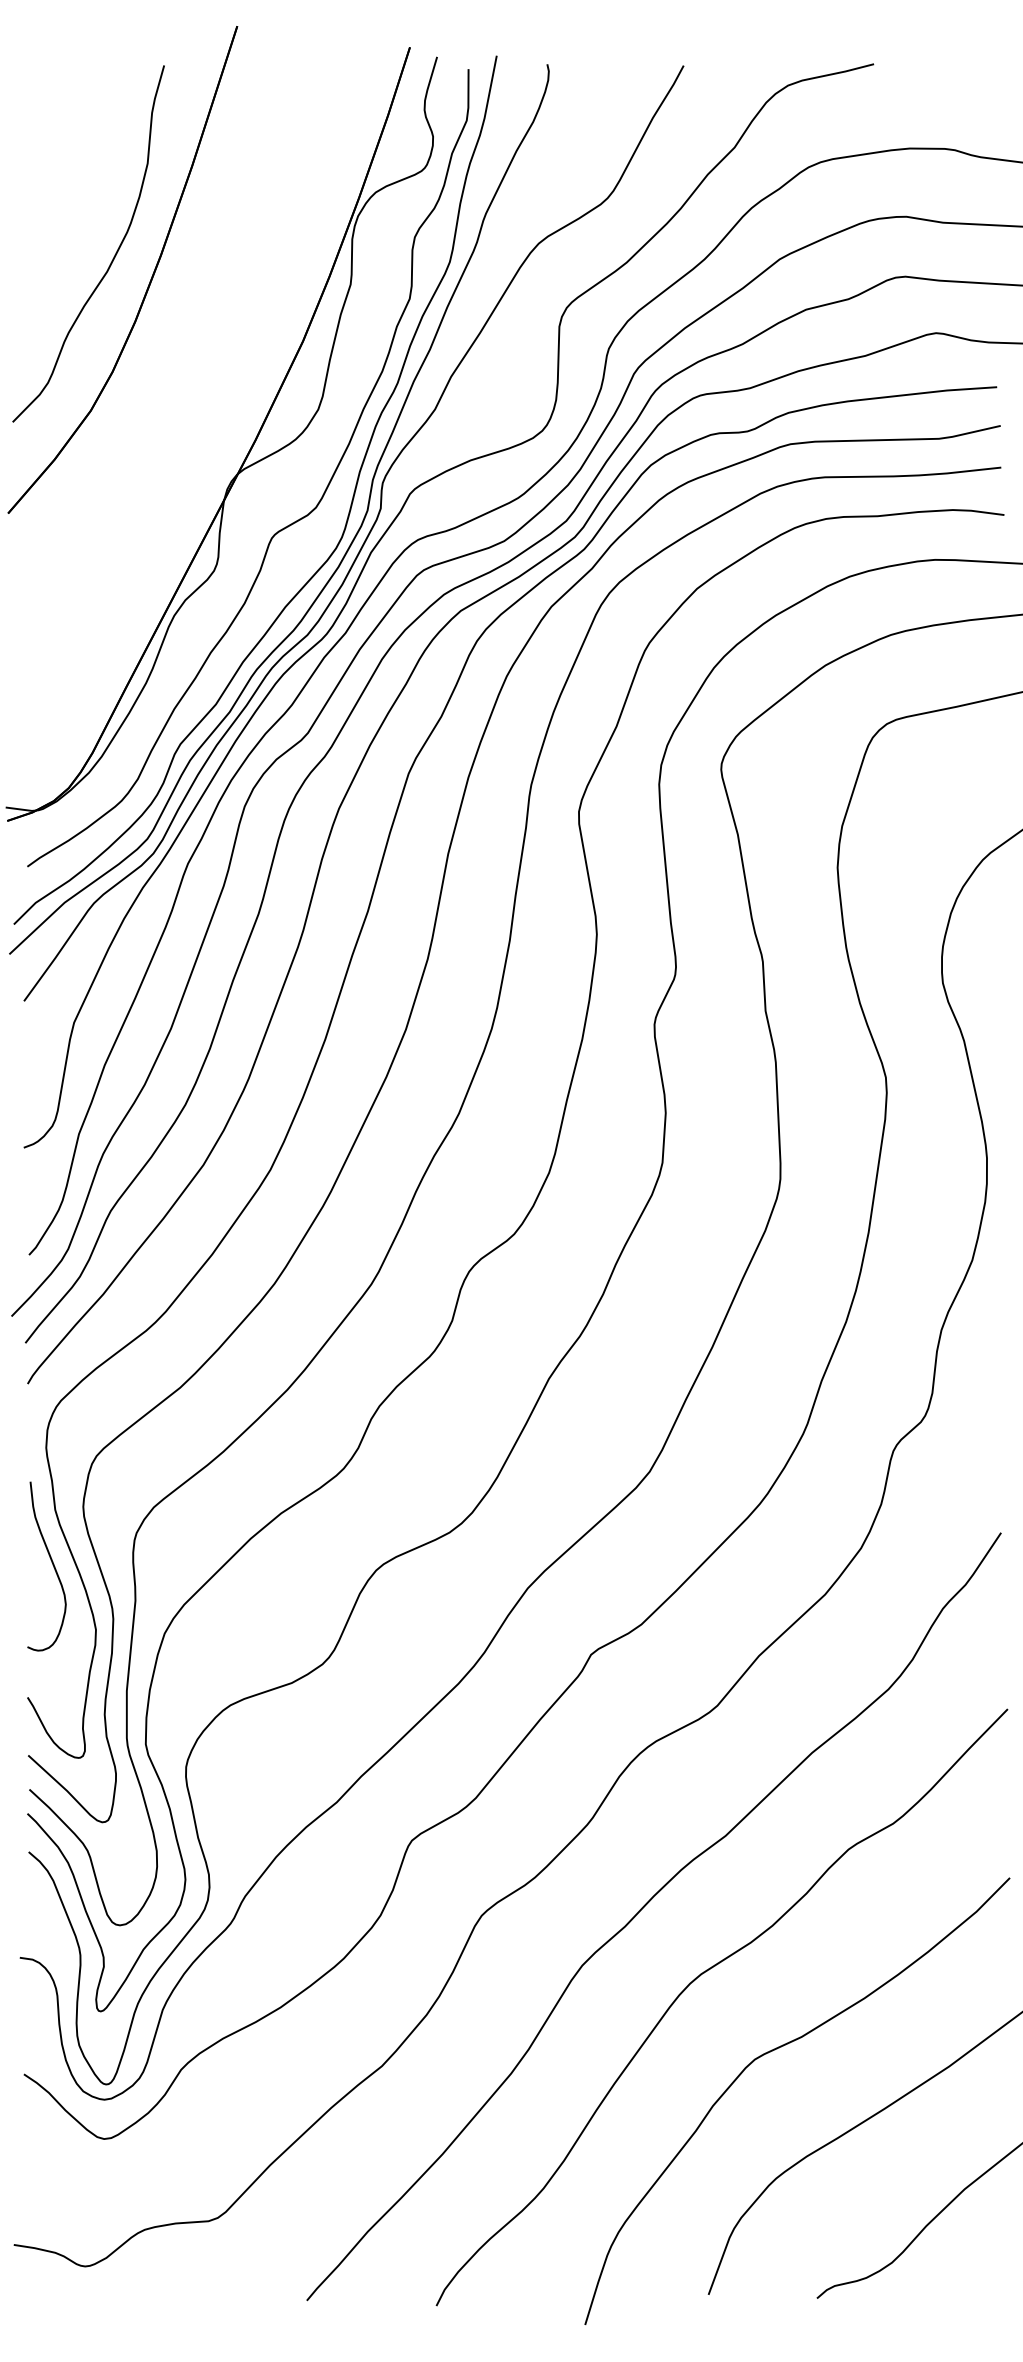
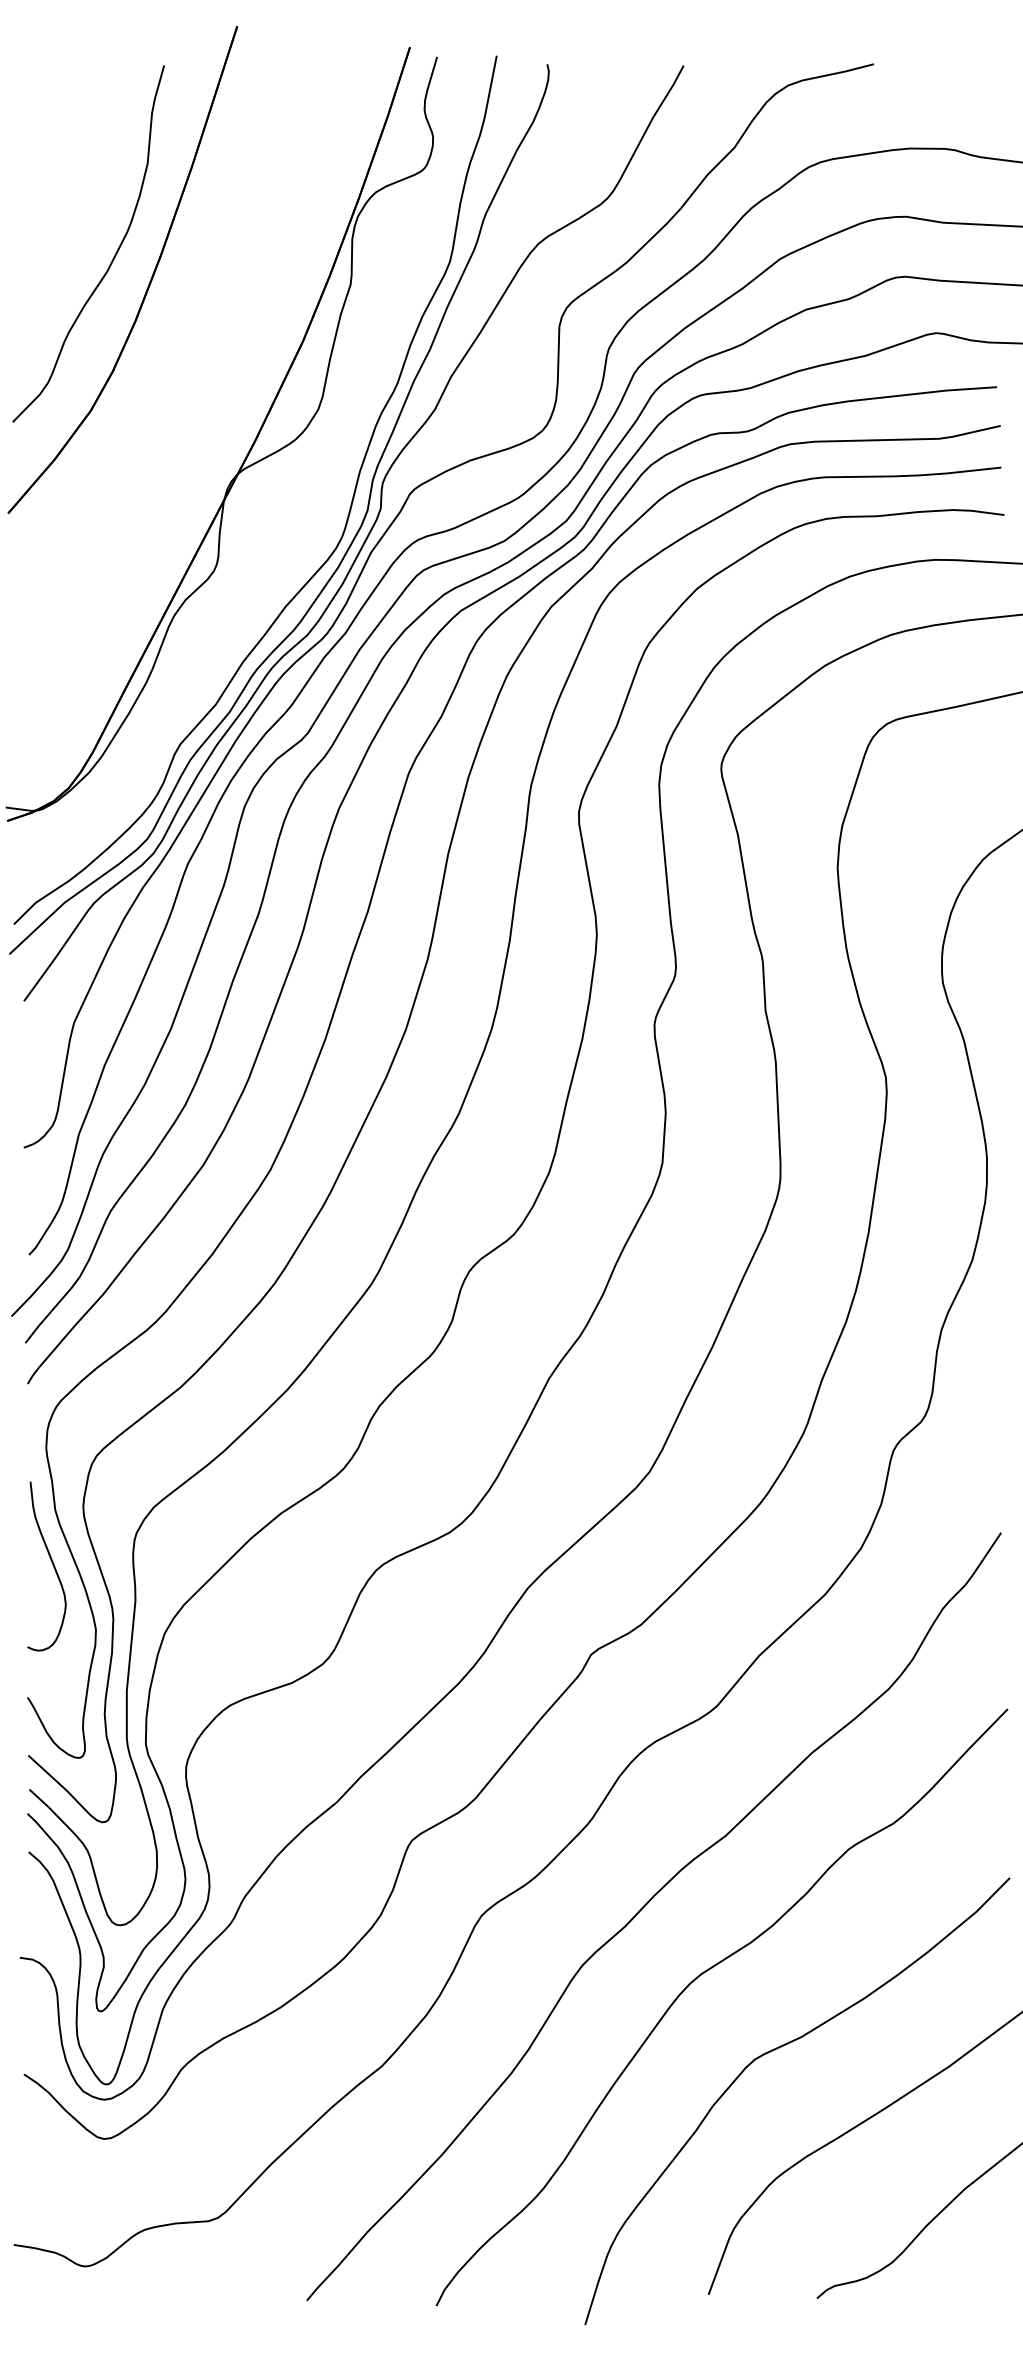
curve at (283, 527): present -> none
